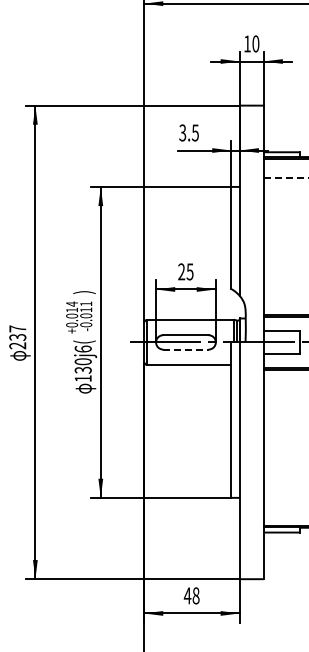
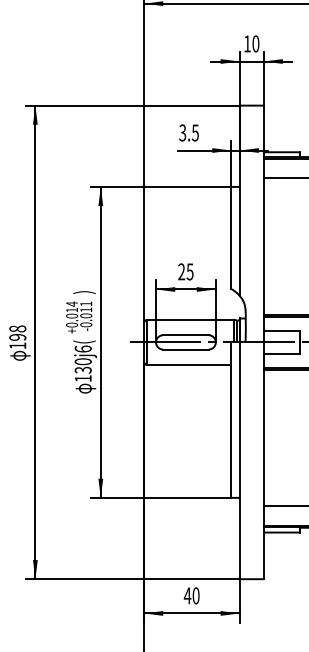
line at (286, 178): dashed -> solid
text at (17, 337): 237 -> 198
line at (185, 349): dashed -> solid
line at (284, 506): none -> present
text at (195, 595): 48 -> 40
